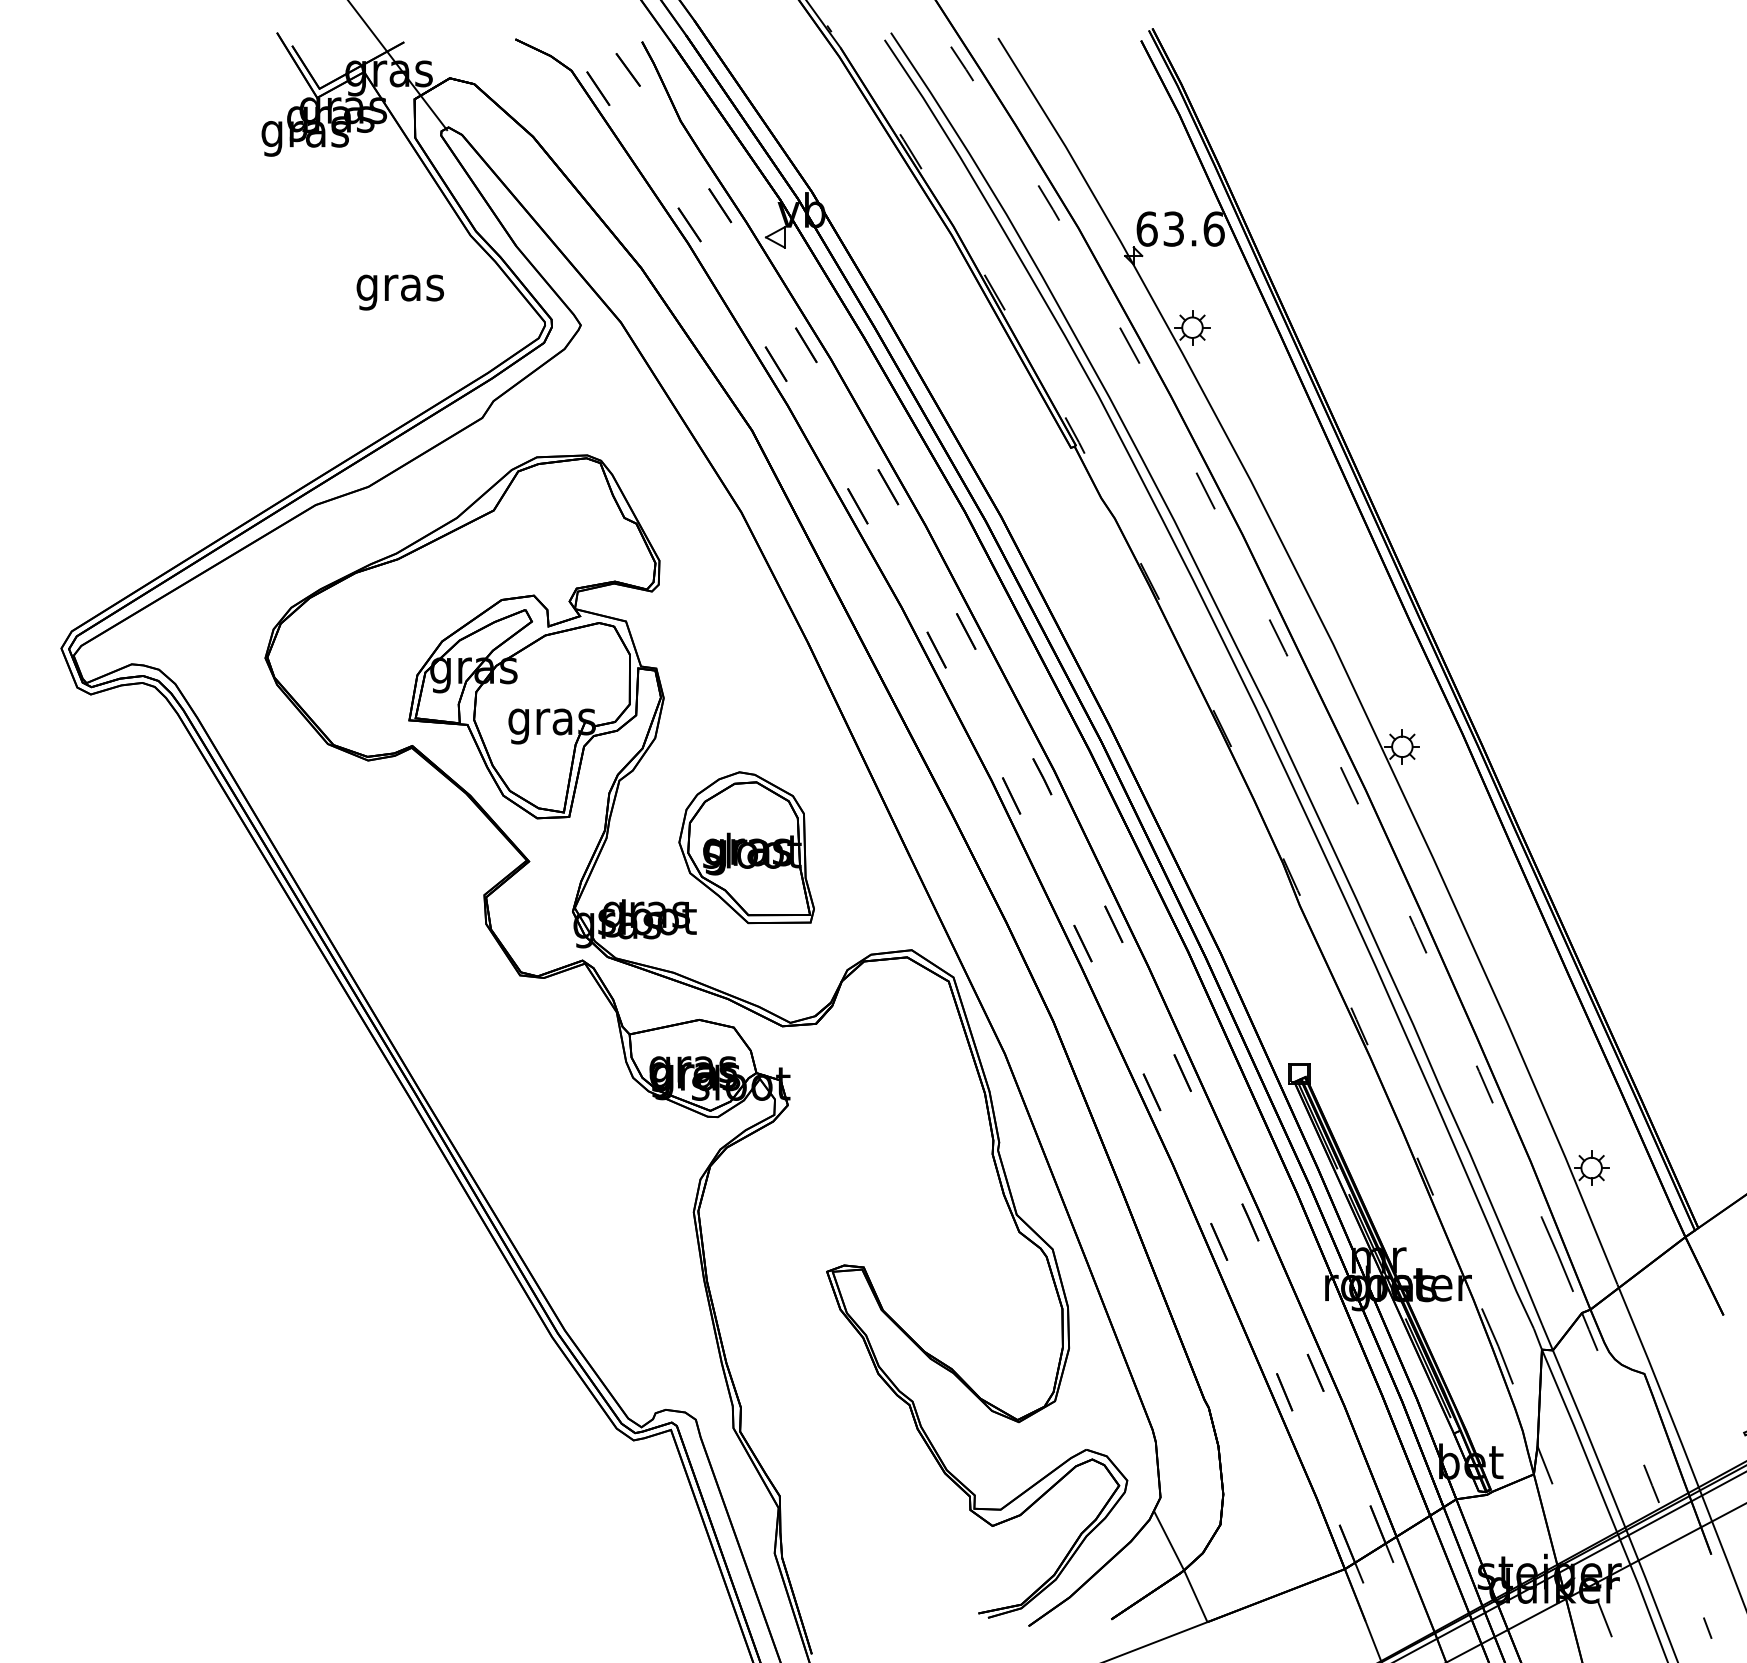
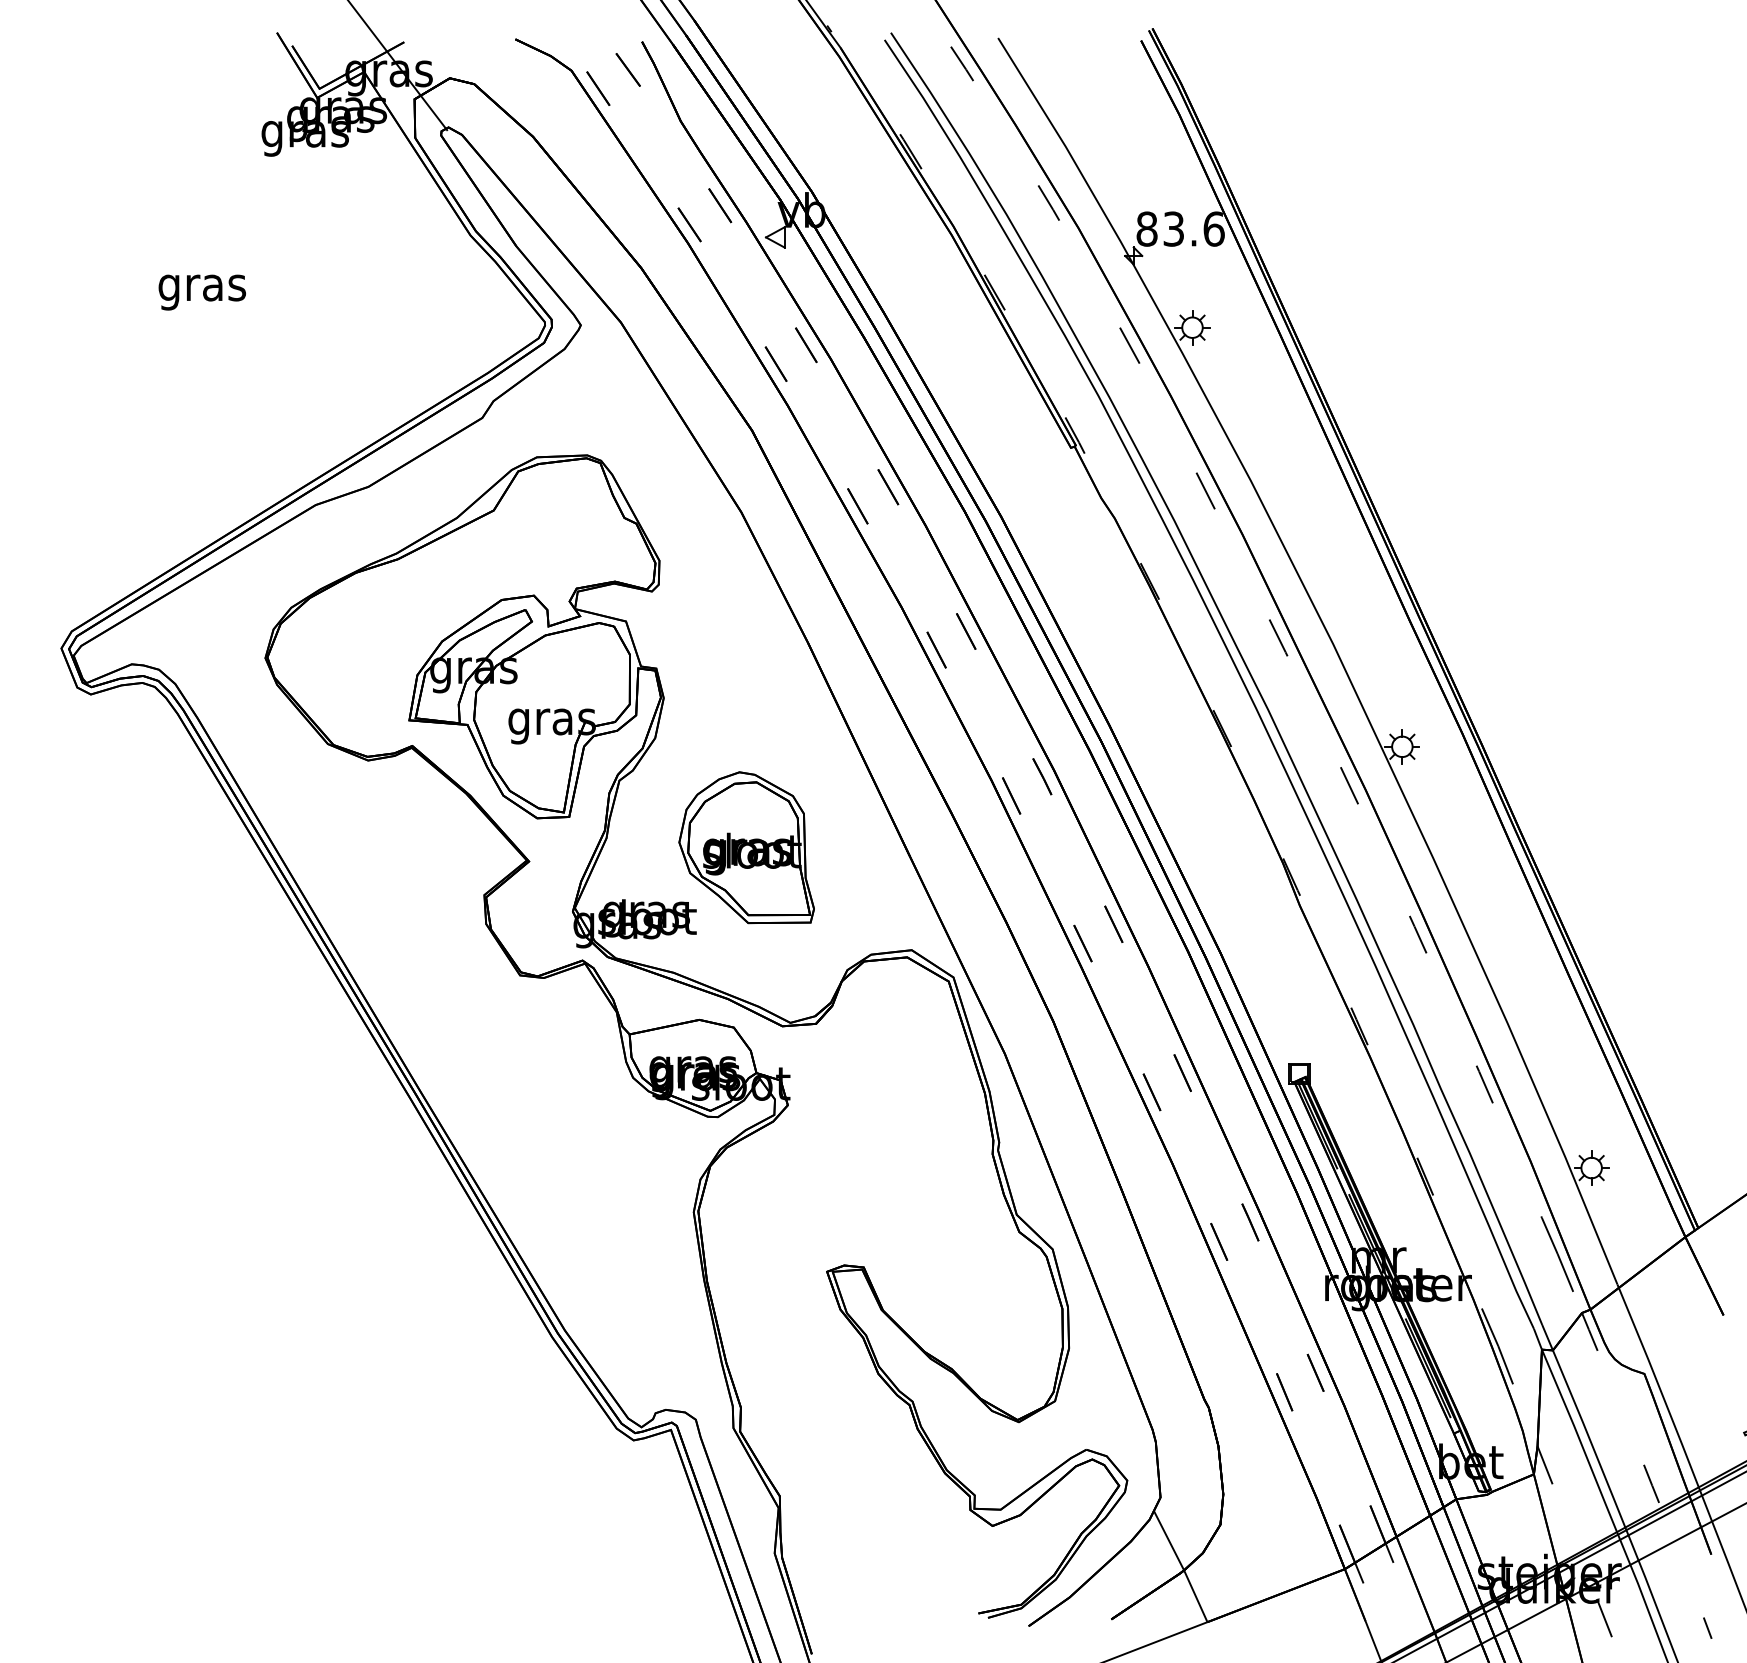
text at (1146, 228): 63.6 -> 83.6
text at (399, 292) position: (399, 292) -> (201, 292)
